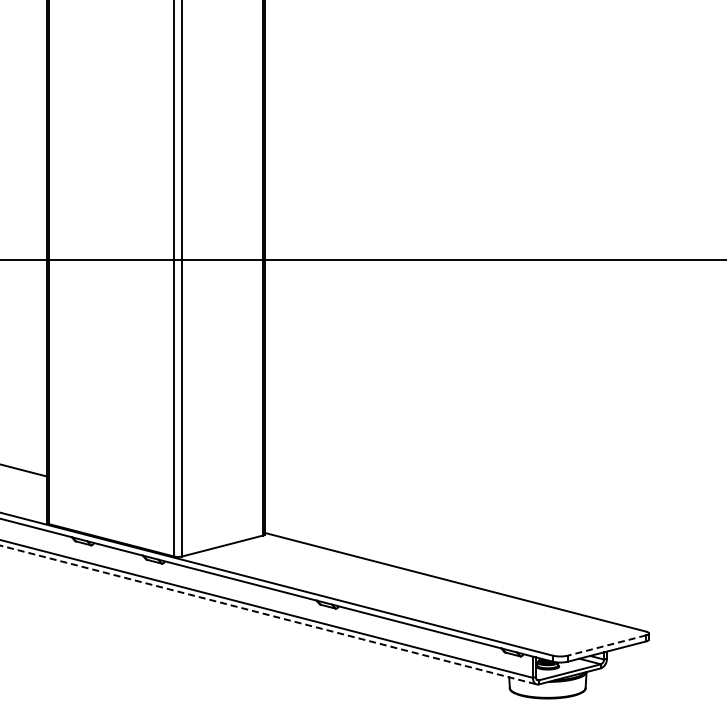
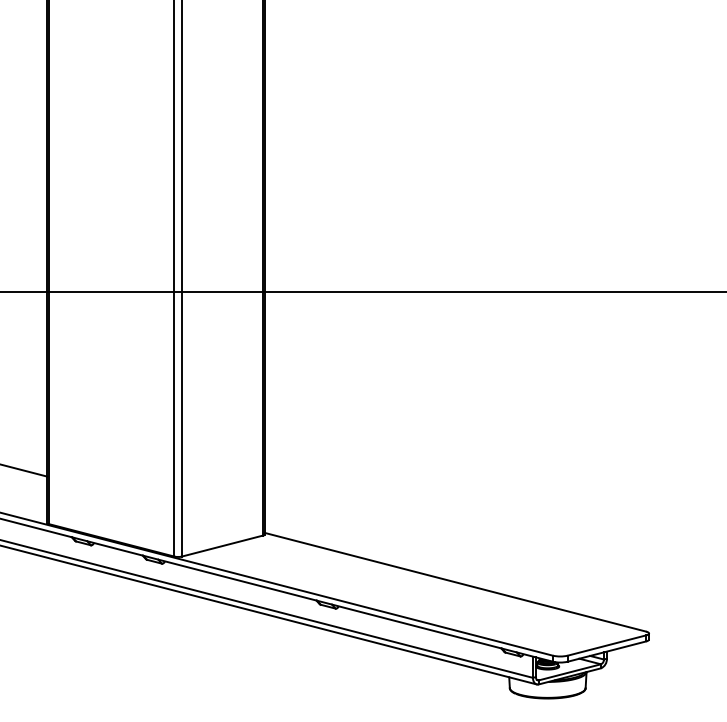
line at (362, 260) position: (362, 260) -> (362, 292)
line at (268, 615): dashed -> solid
line at (606, 645): dashed -> solid
